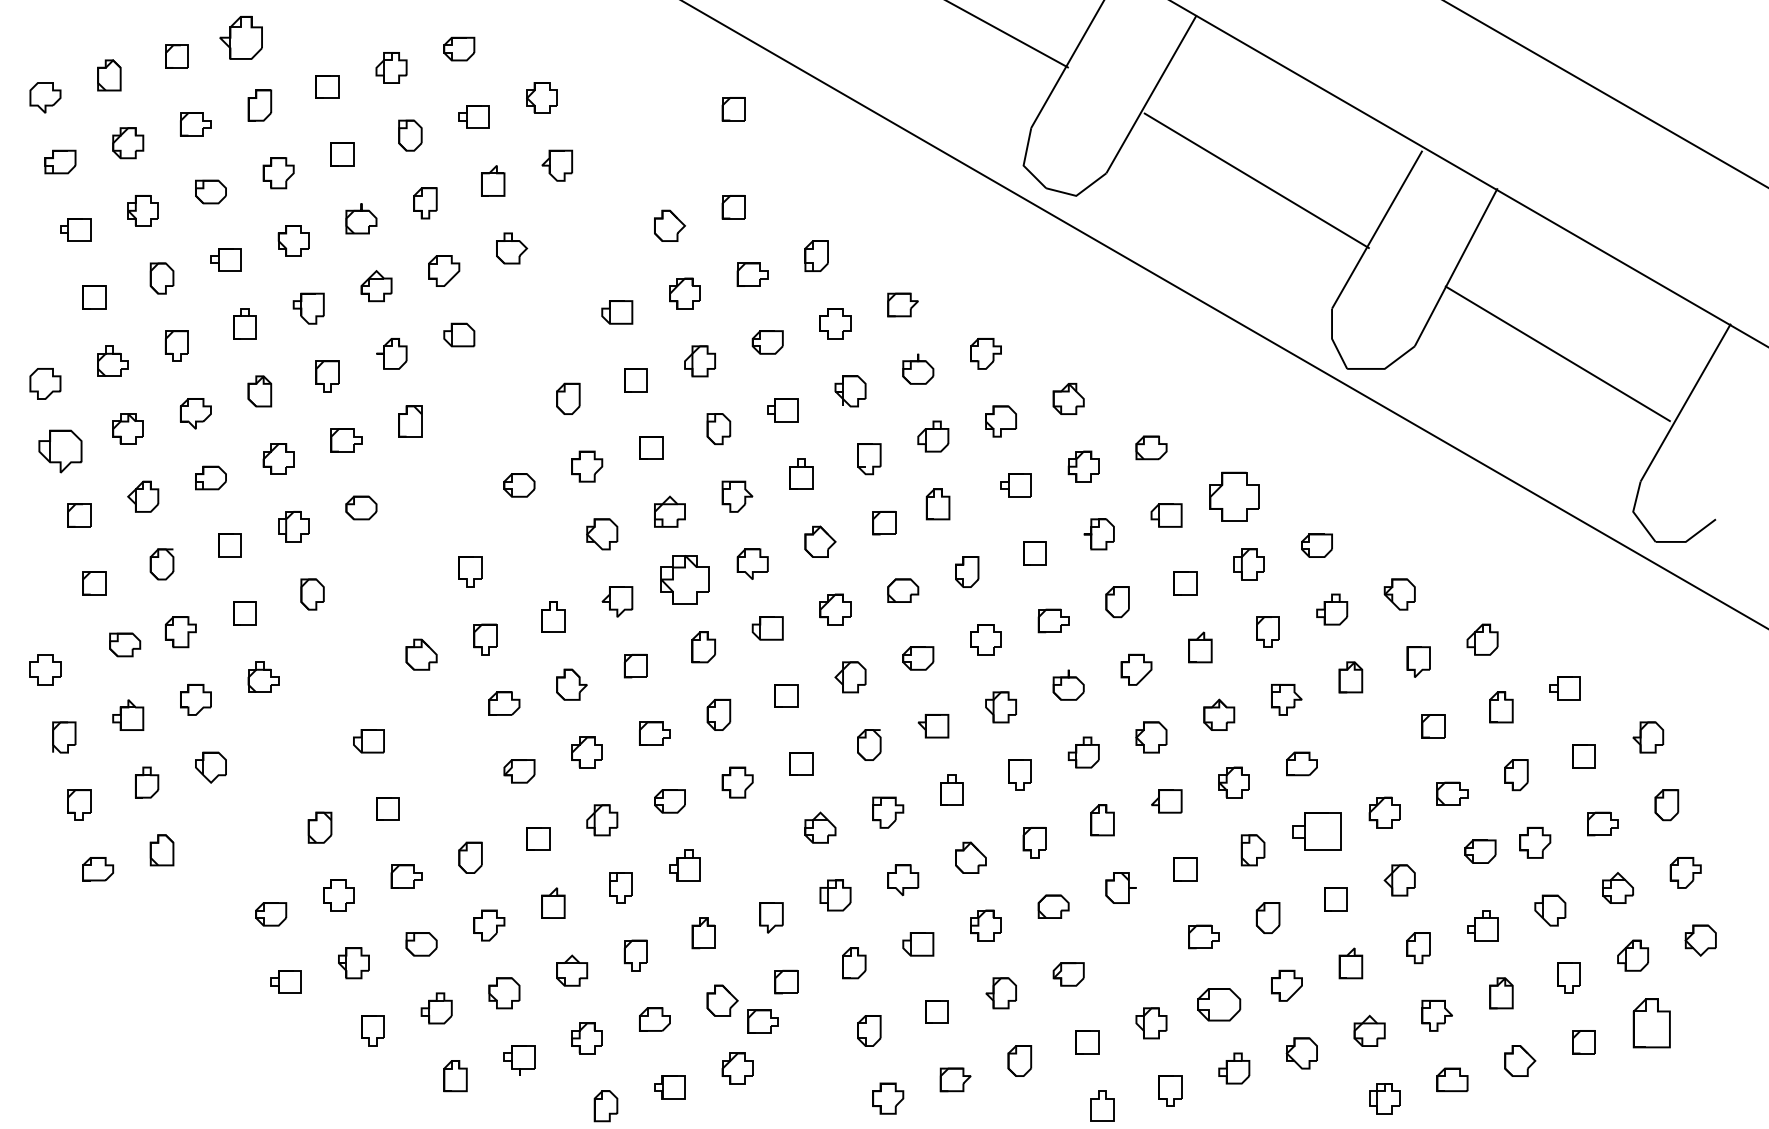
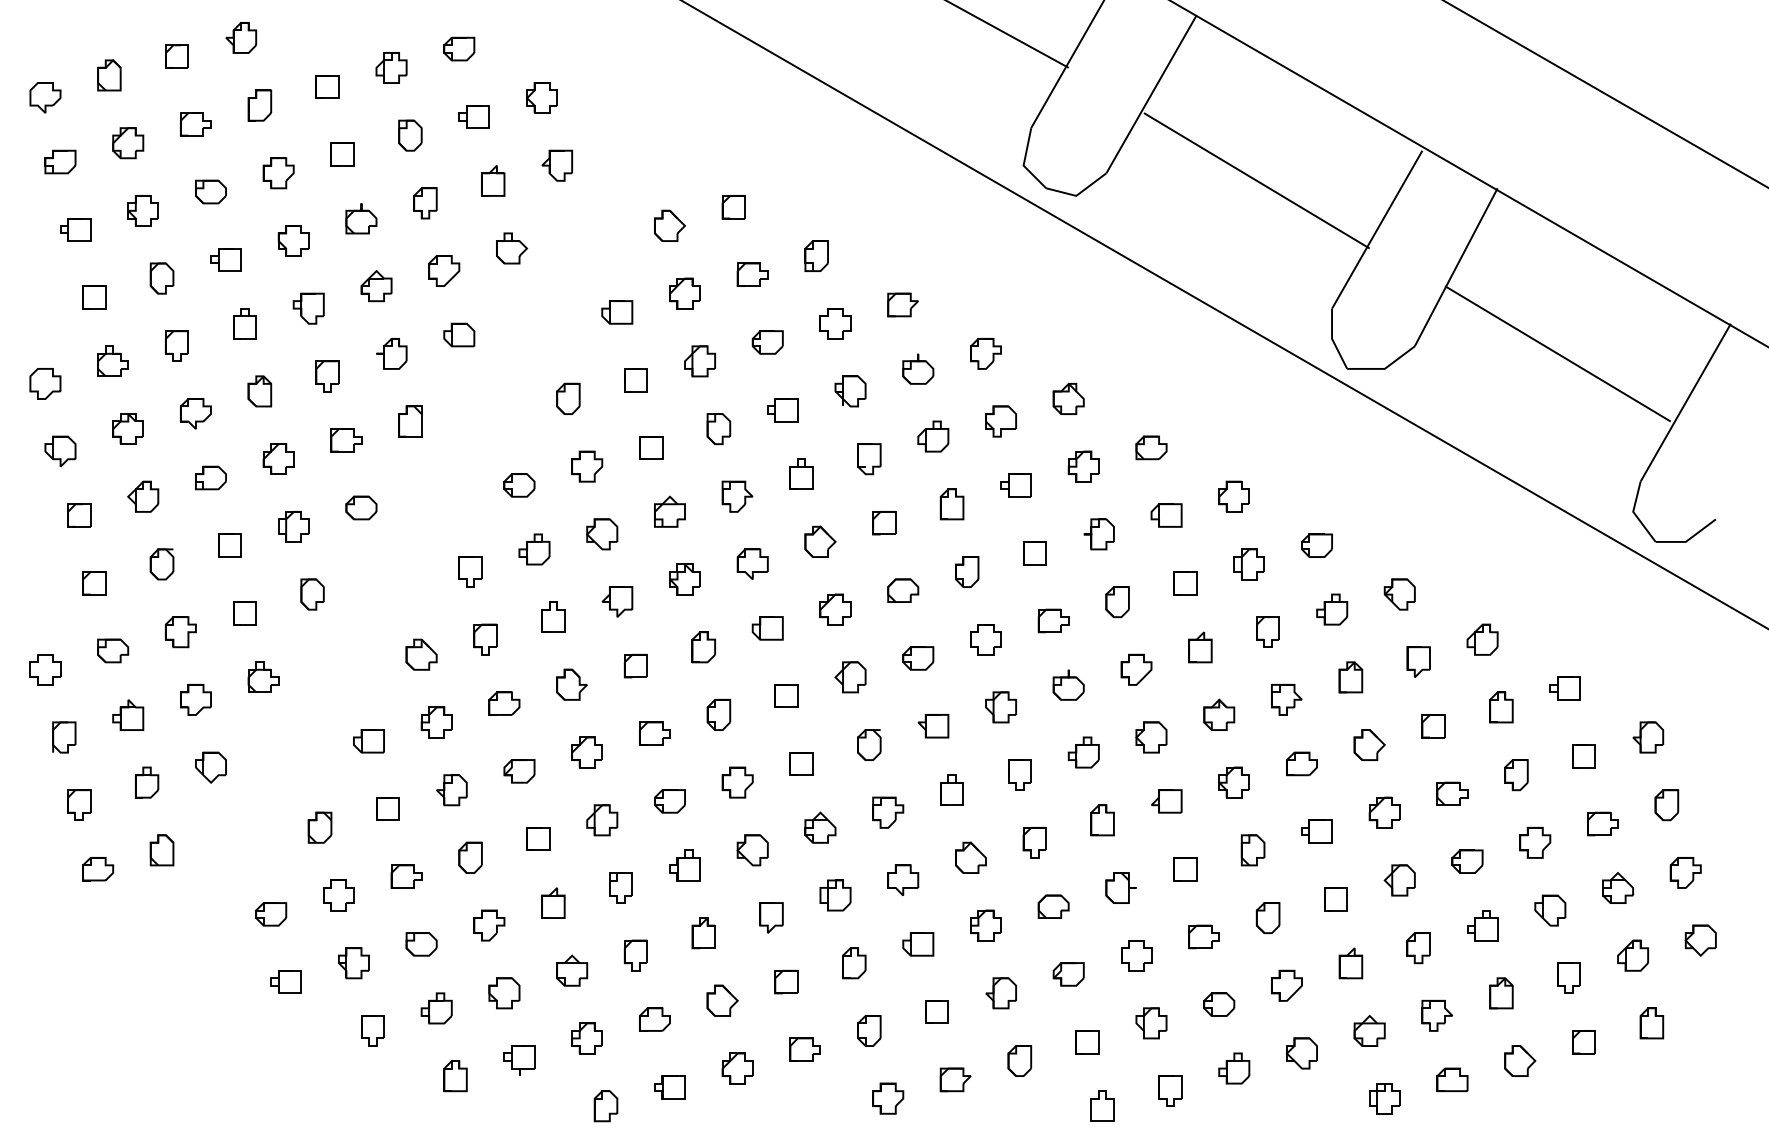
part at (240, 37) size: 44x44 px -> 33x32 px
part at (733, 109): present -> none
part at (60, 451) size: 45x45 px -> 33x33 px
part at (1234, 496) size: 51x51 px -> 32x33 px
part at (937, 504) position: (937, 504) -> (951, 504)
part at (534, 549): none -> present
part at (684, 579) size: 50x50 px -> 32x33 px
part at (125, 644) position: (125, 644) -> (113, 650)
part at (436, 722): none -> present
part at (1369, 744): none -> present
part at (451, 790): none -> present
part at (1316, 831) size: 50x39 px -> 32x25 px
part at (752, 850): none -> present
part at (1480, 851) position: (1480, 851) -> (1467, 861)
part at (1136, 955): none -> present
part at (1219, 1004) size: 45x34 px -> 33x25 px
part at (762, 1021) position: (762, 1021) -> (804, 1049)
part at (1651, 1023) size: 39x51 px -> 26x33 px
